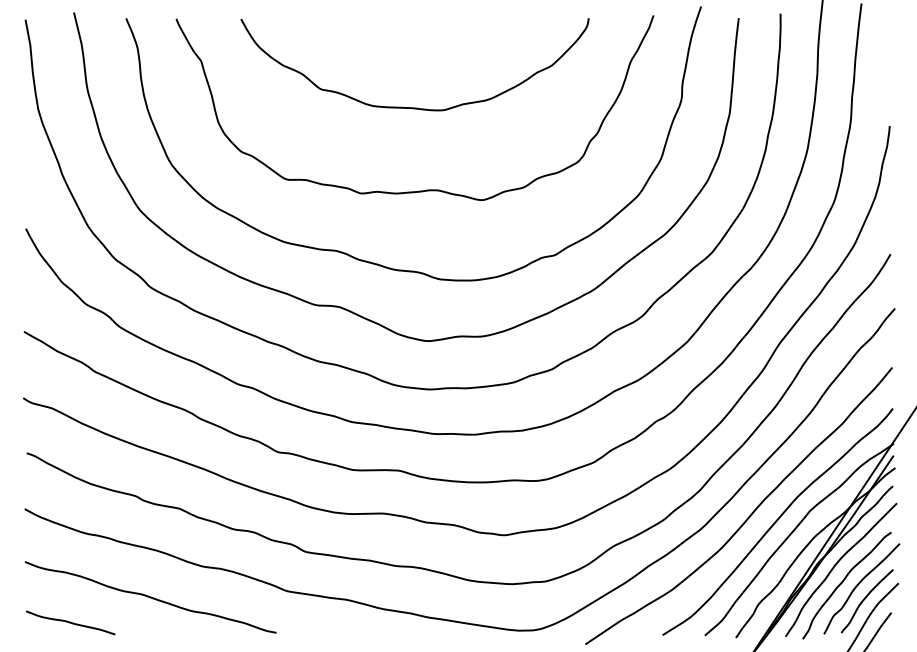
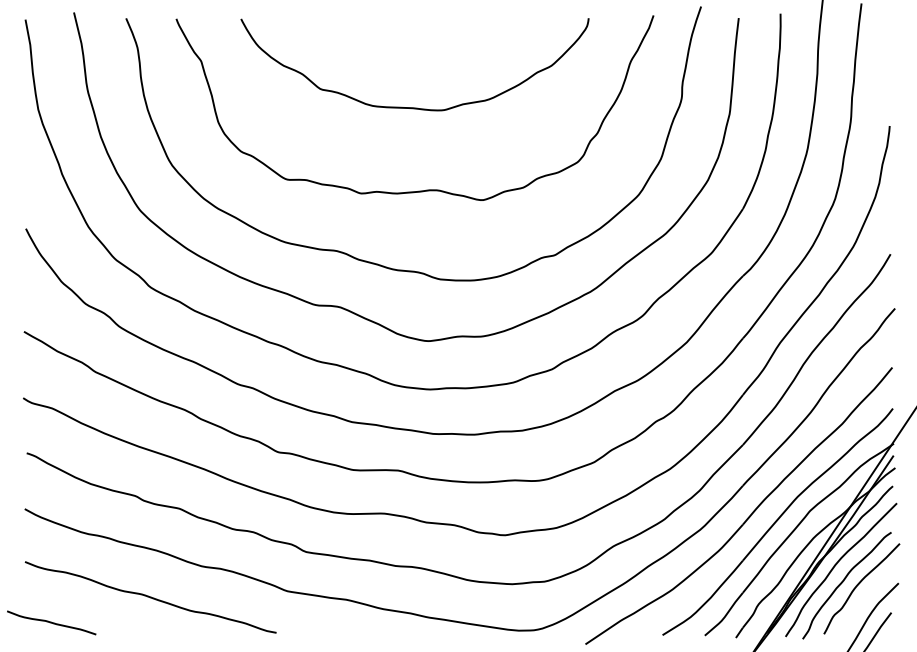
curve at (865, 599): present -> none
curve at (70, 622) position: (70, 622) -> (51, 622)
